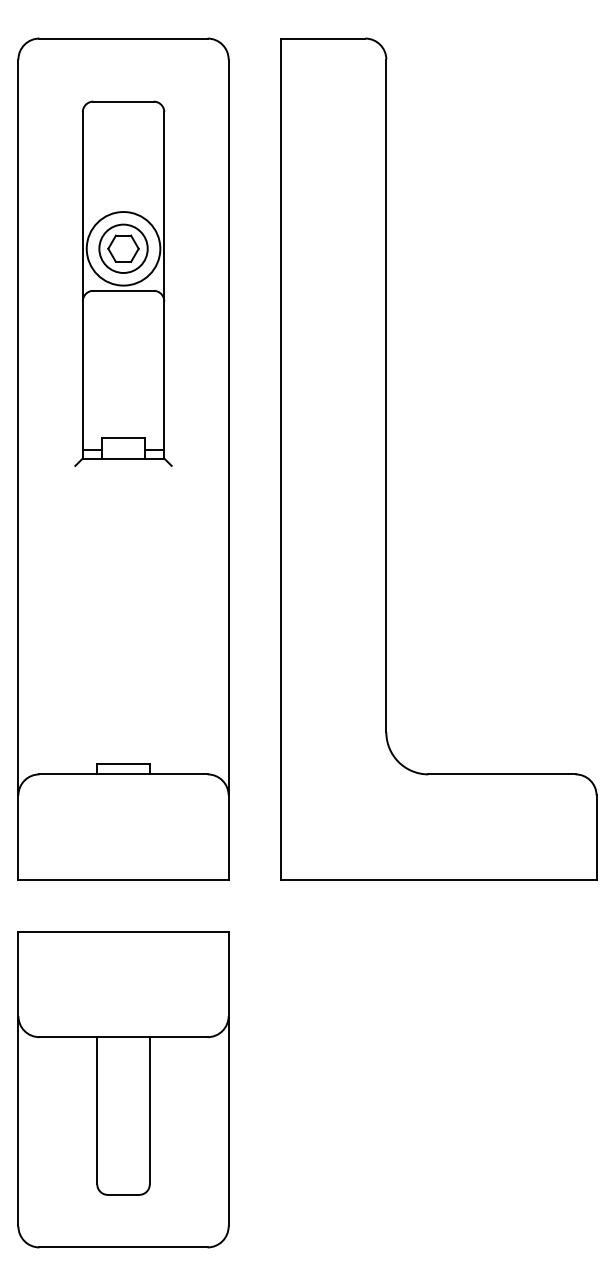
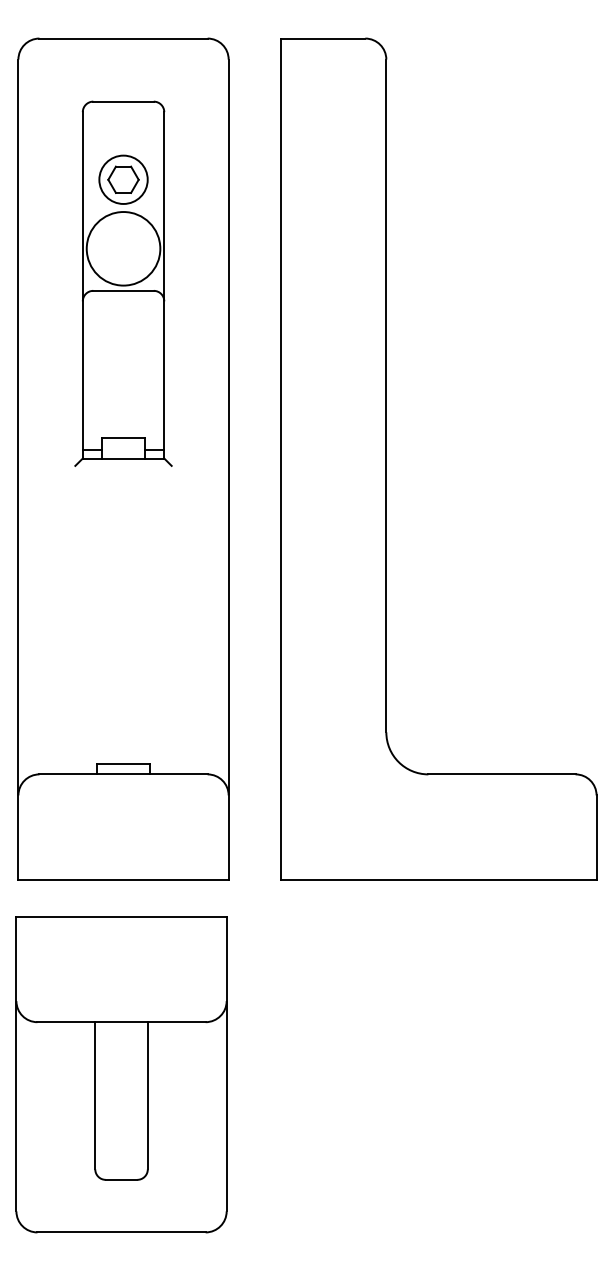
part at (123, 248) position: (123, 248) -> (123, 179)
part at (123, 1089) position: (123, 1089) -> (121, 1074)
